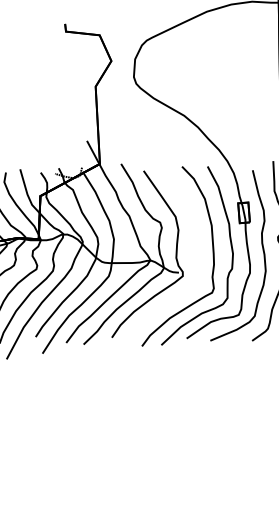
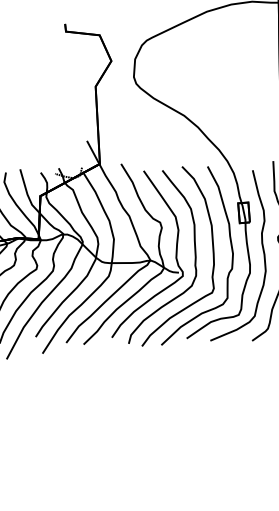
part at (194, 256): none -> present
